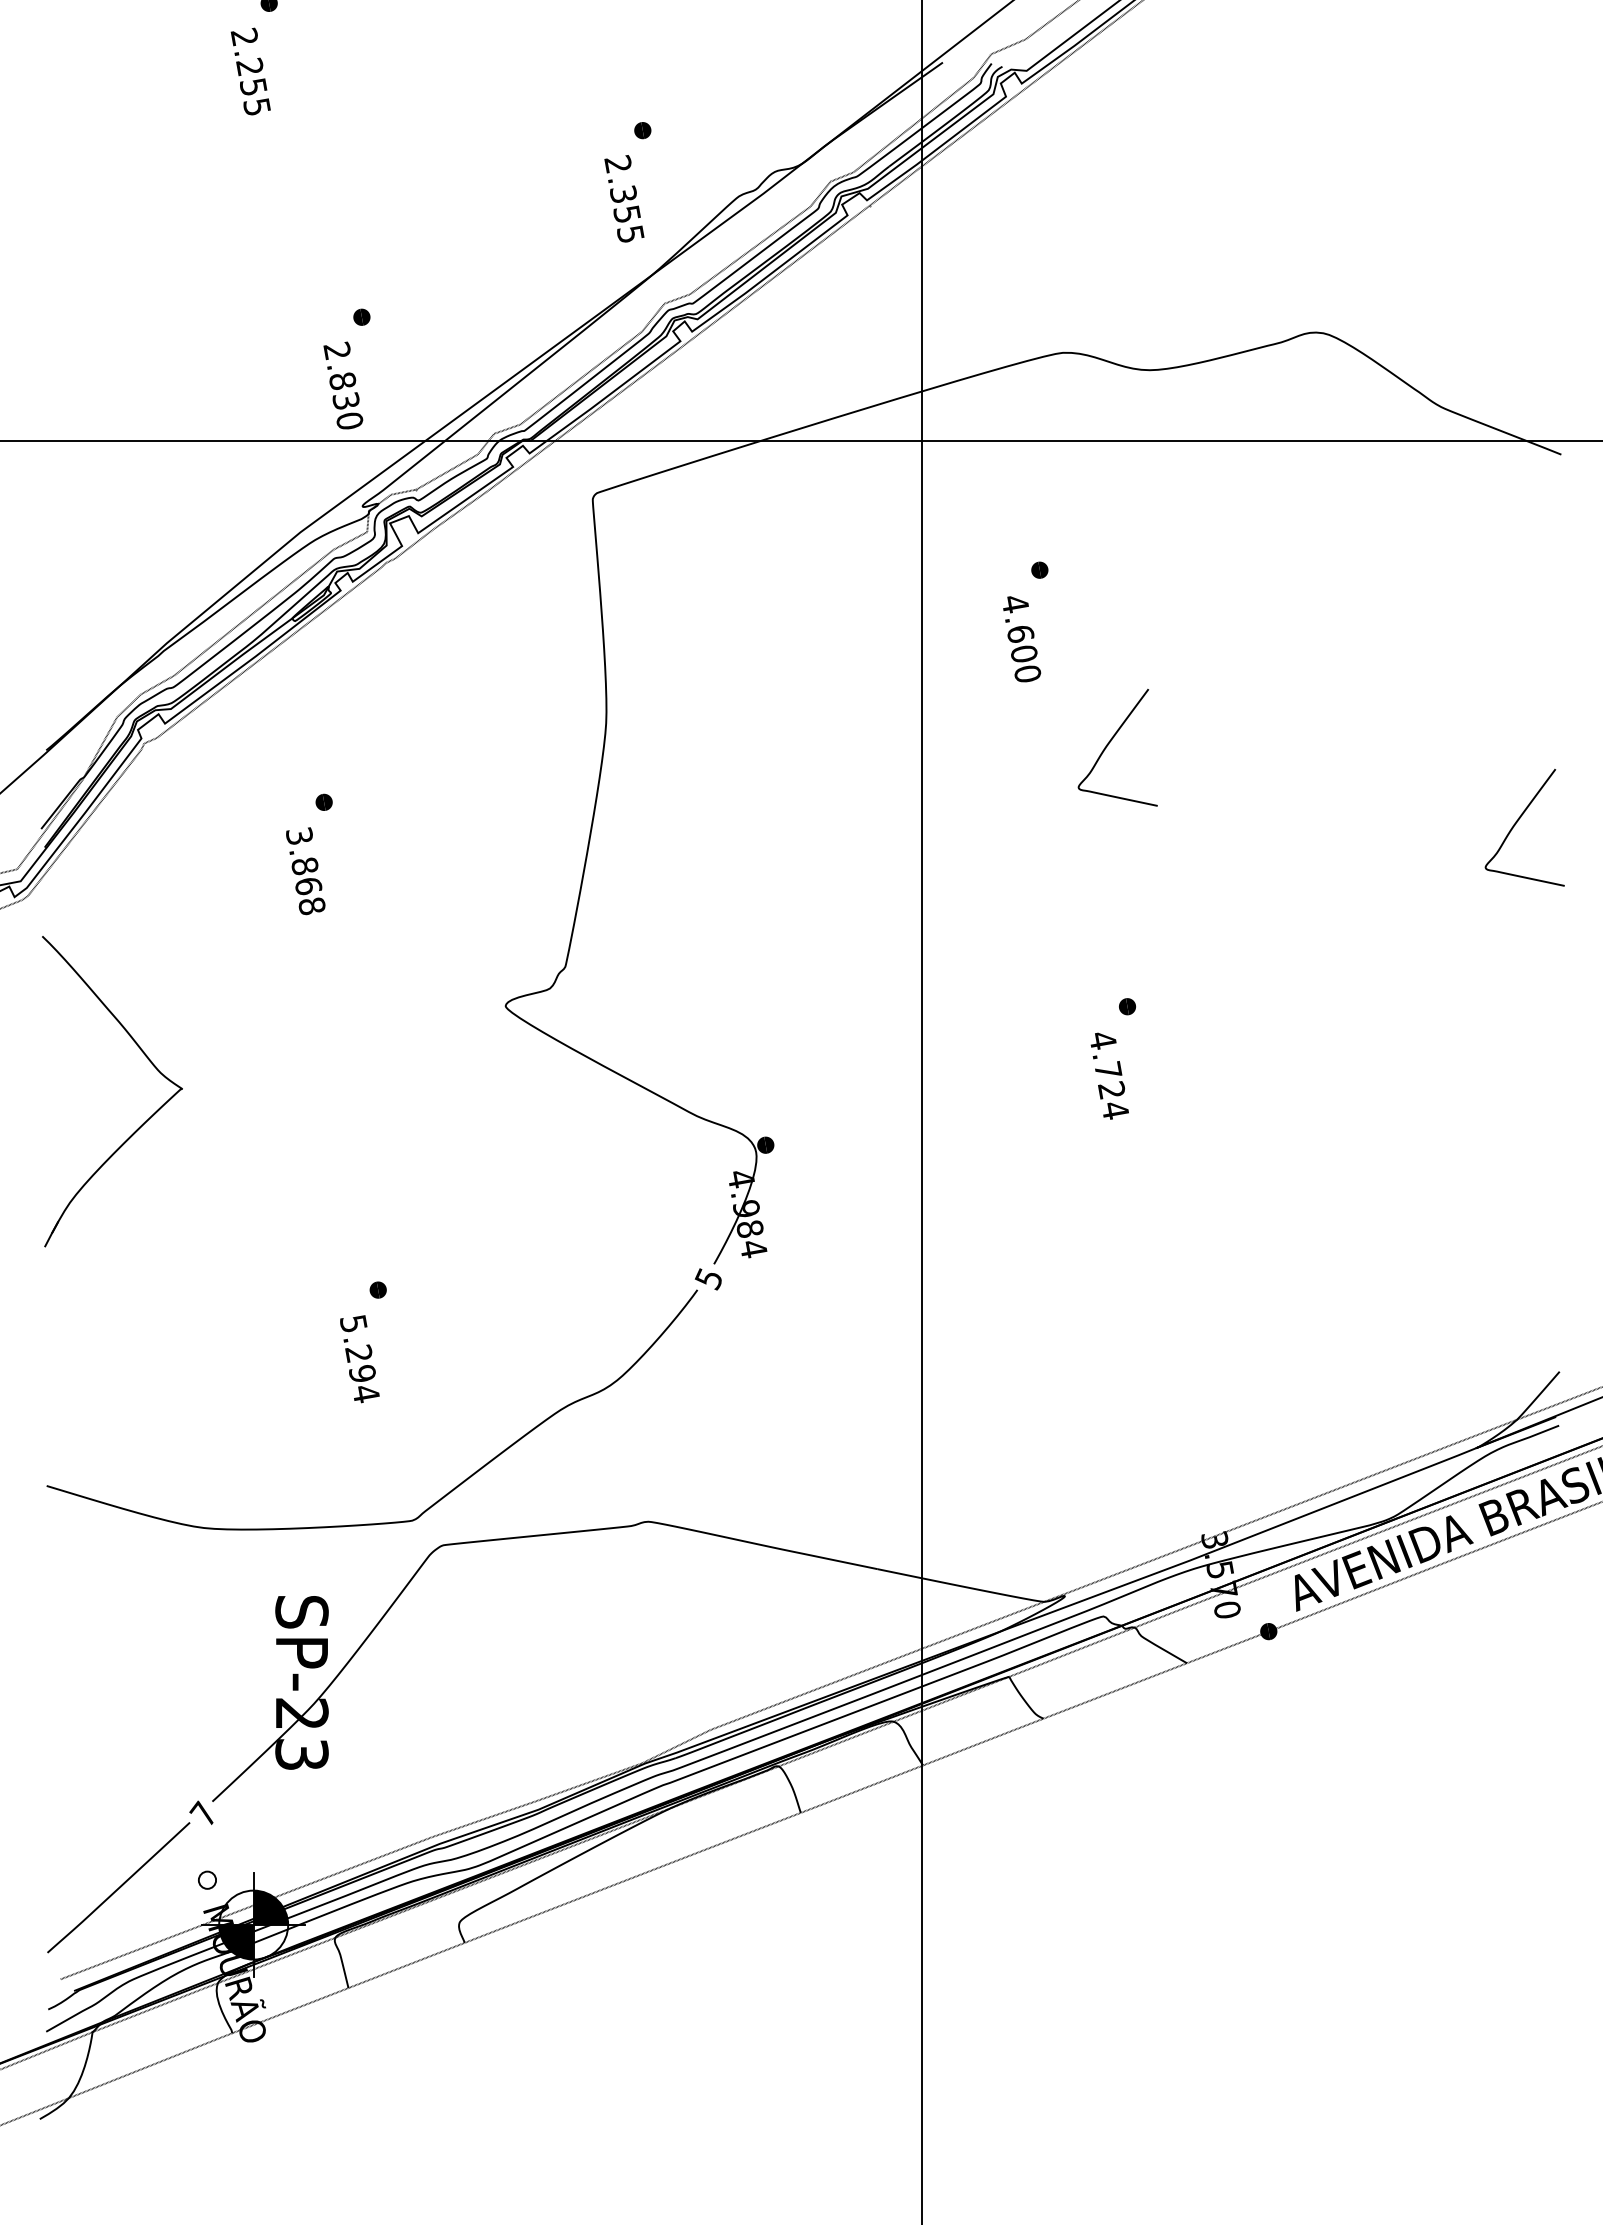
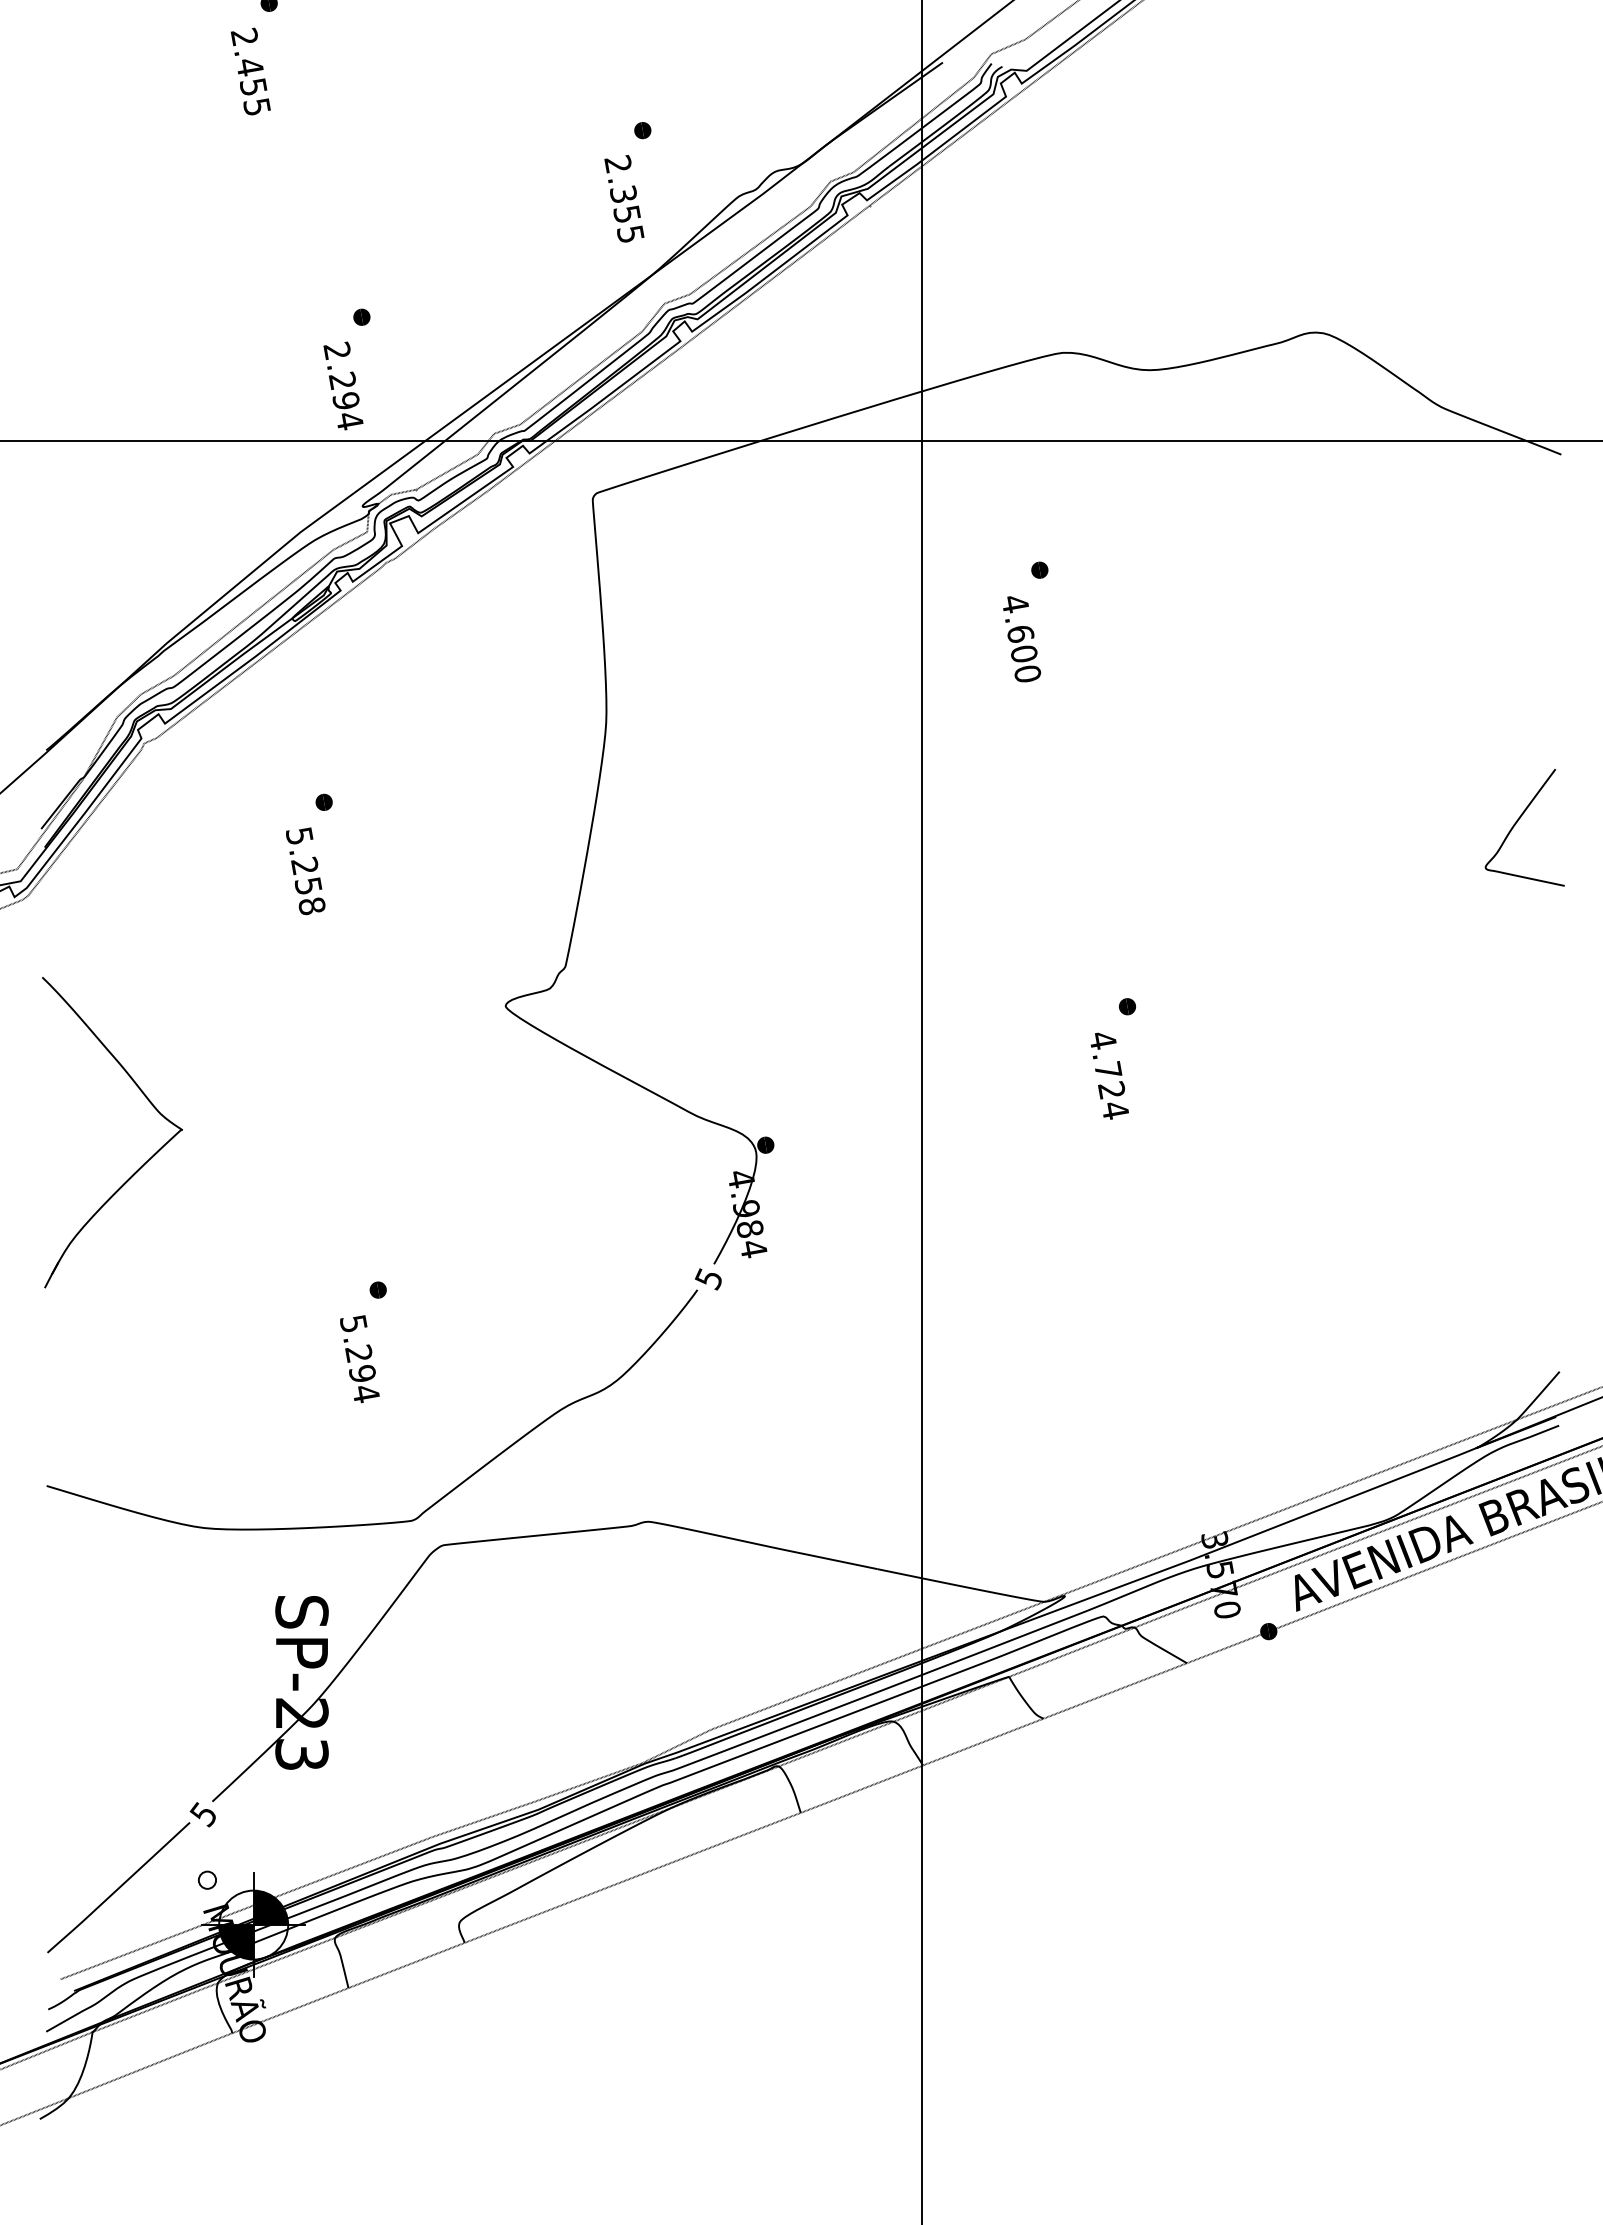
text at (249, 66): 2.255 -> 2.455
text at (345, 400): 2.830 -> 2.294
curve at (1111, 741): present -> none
text at (304, 861): 3.868 -> 5.258
part at (143, 1122) position: (143, 1122) -> (143, 1163)
text at (202, 1813): 7 -> 5
